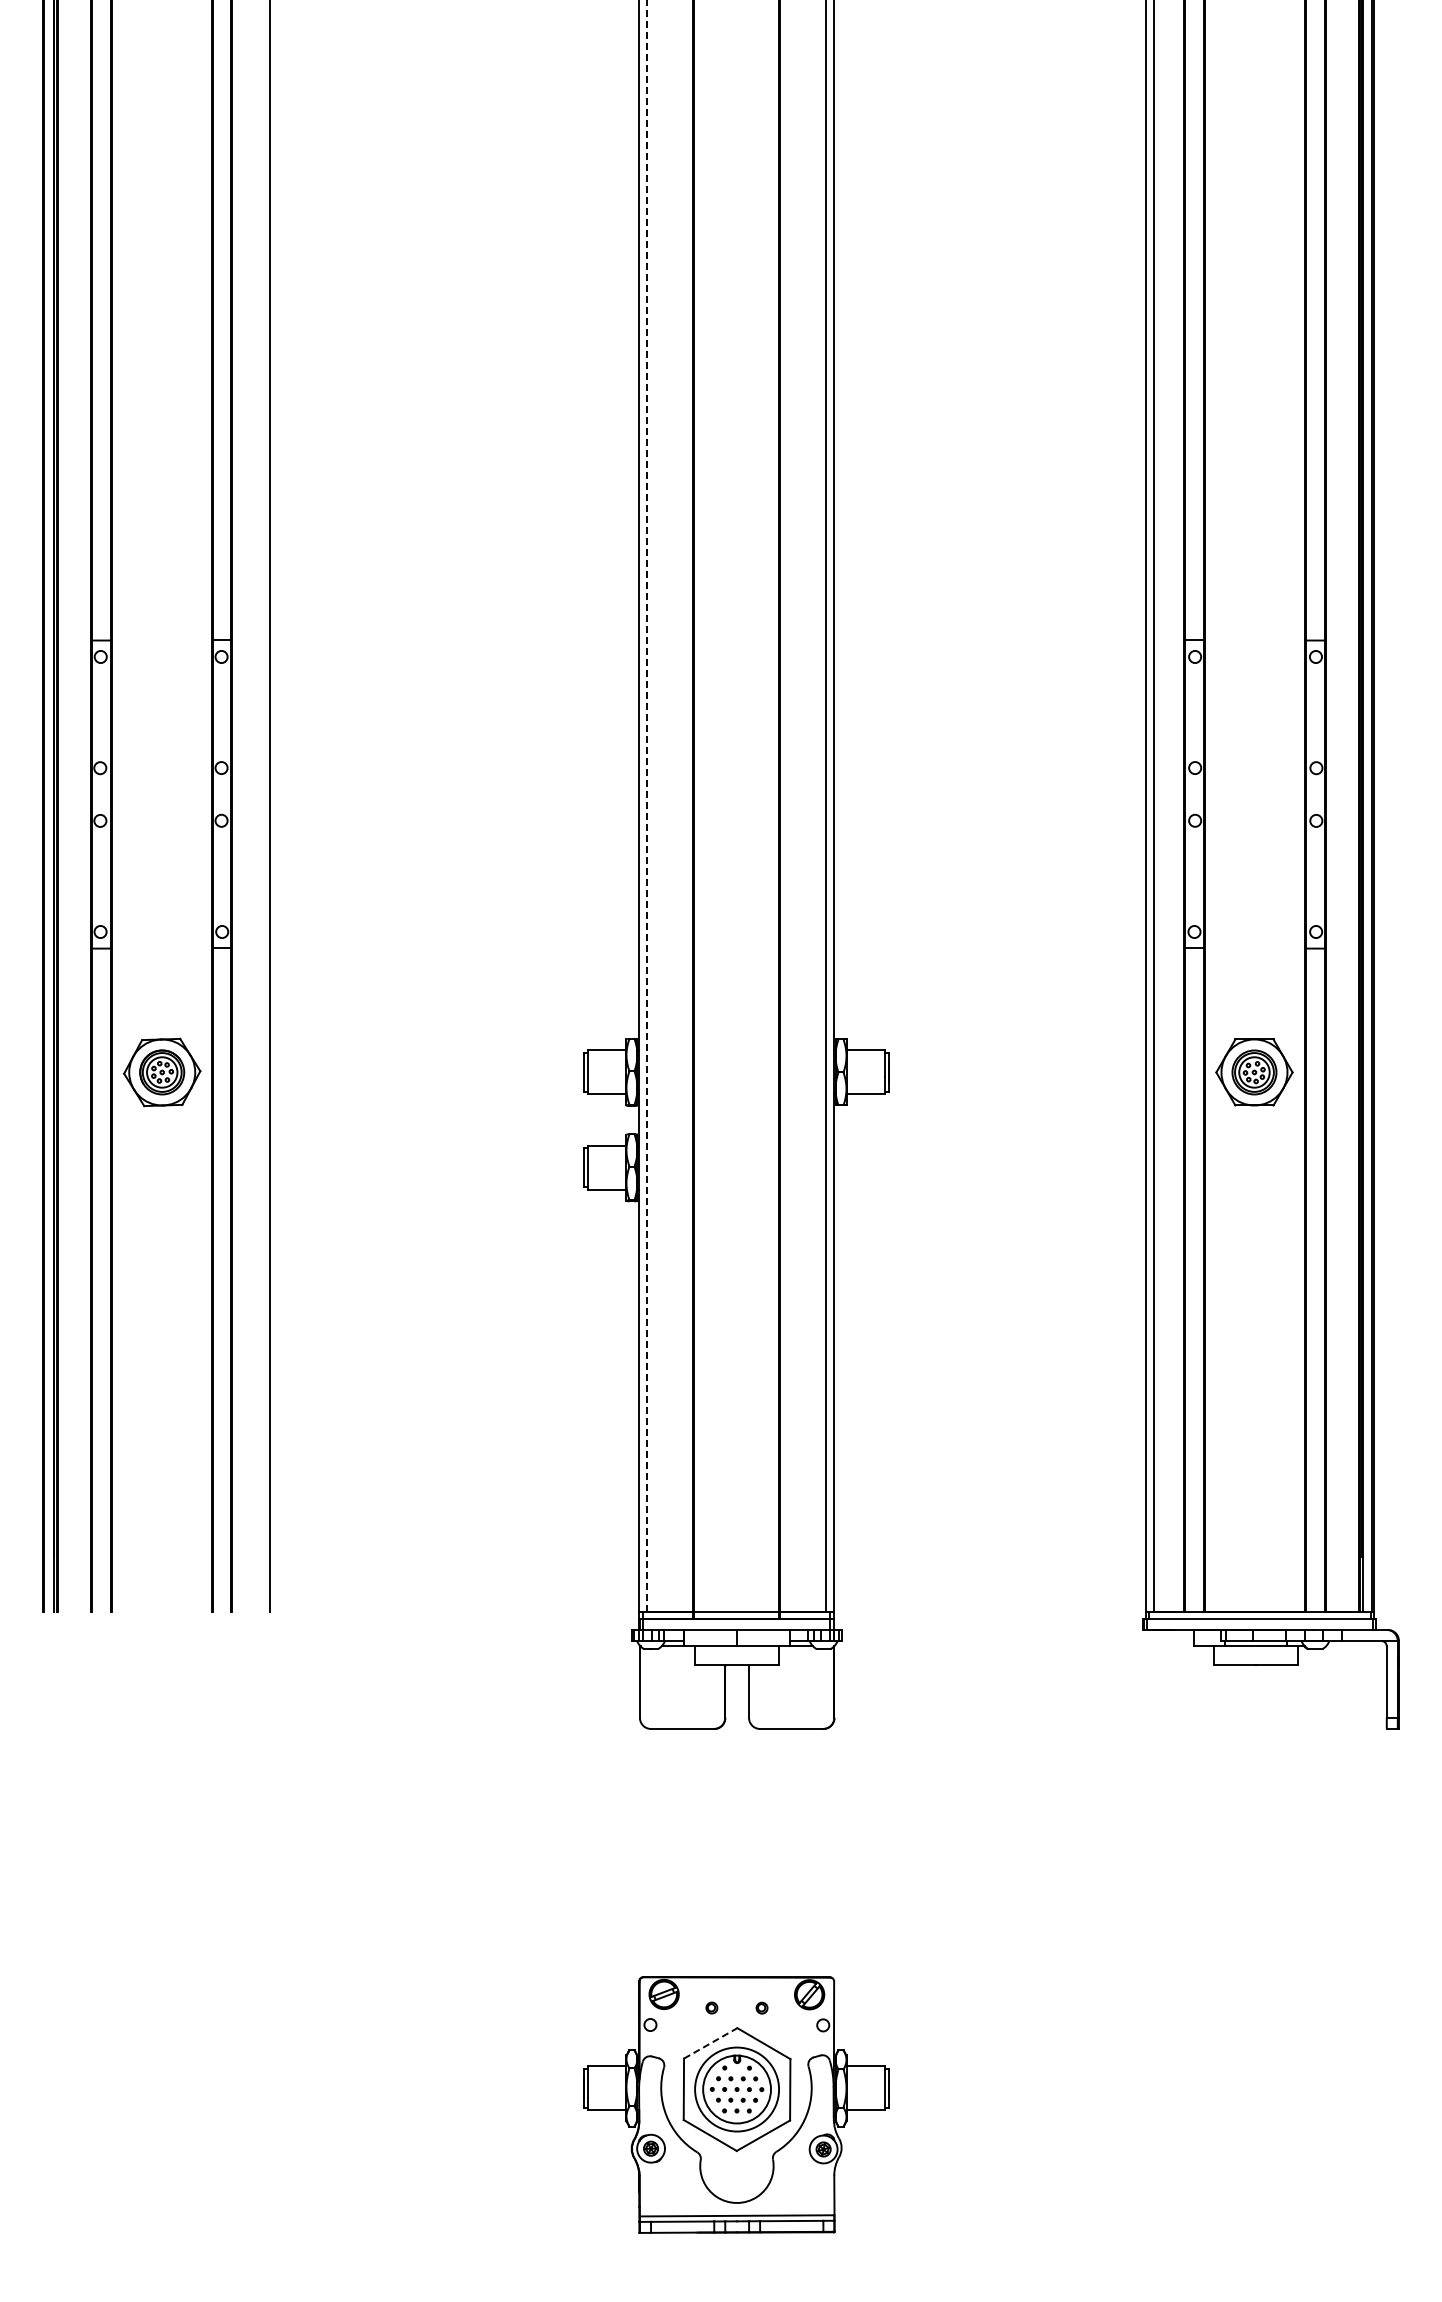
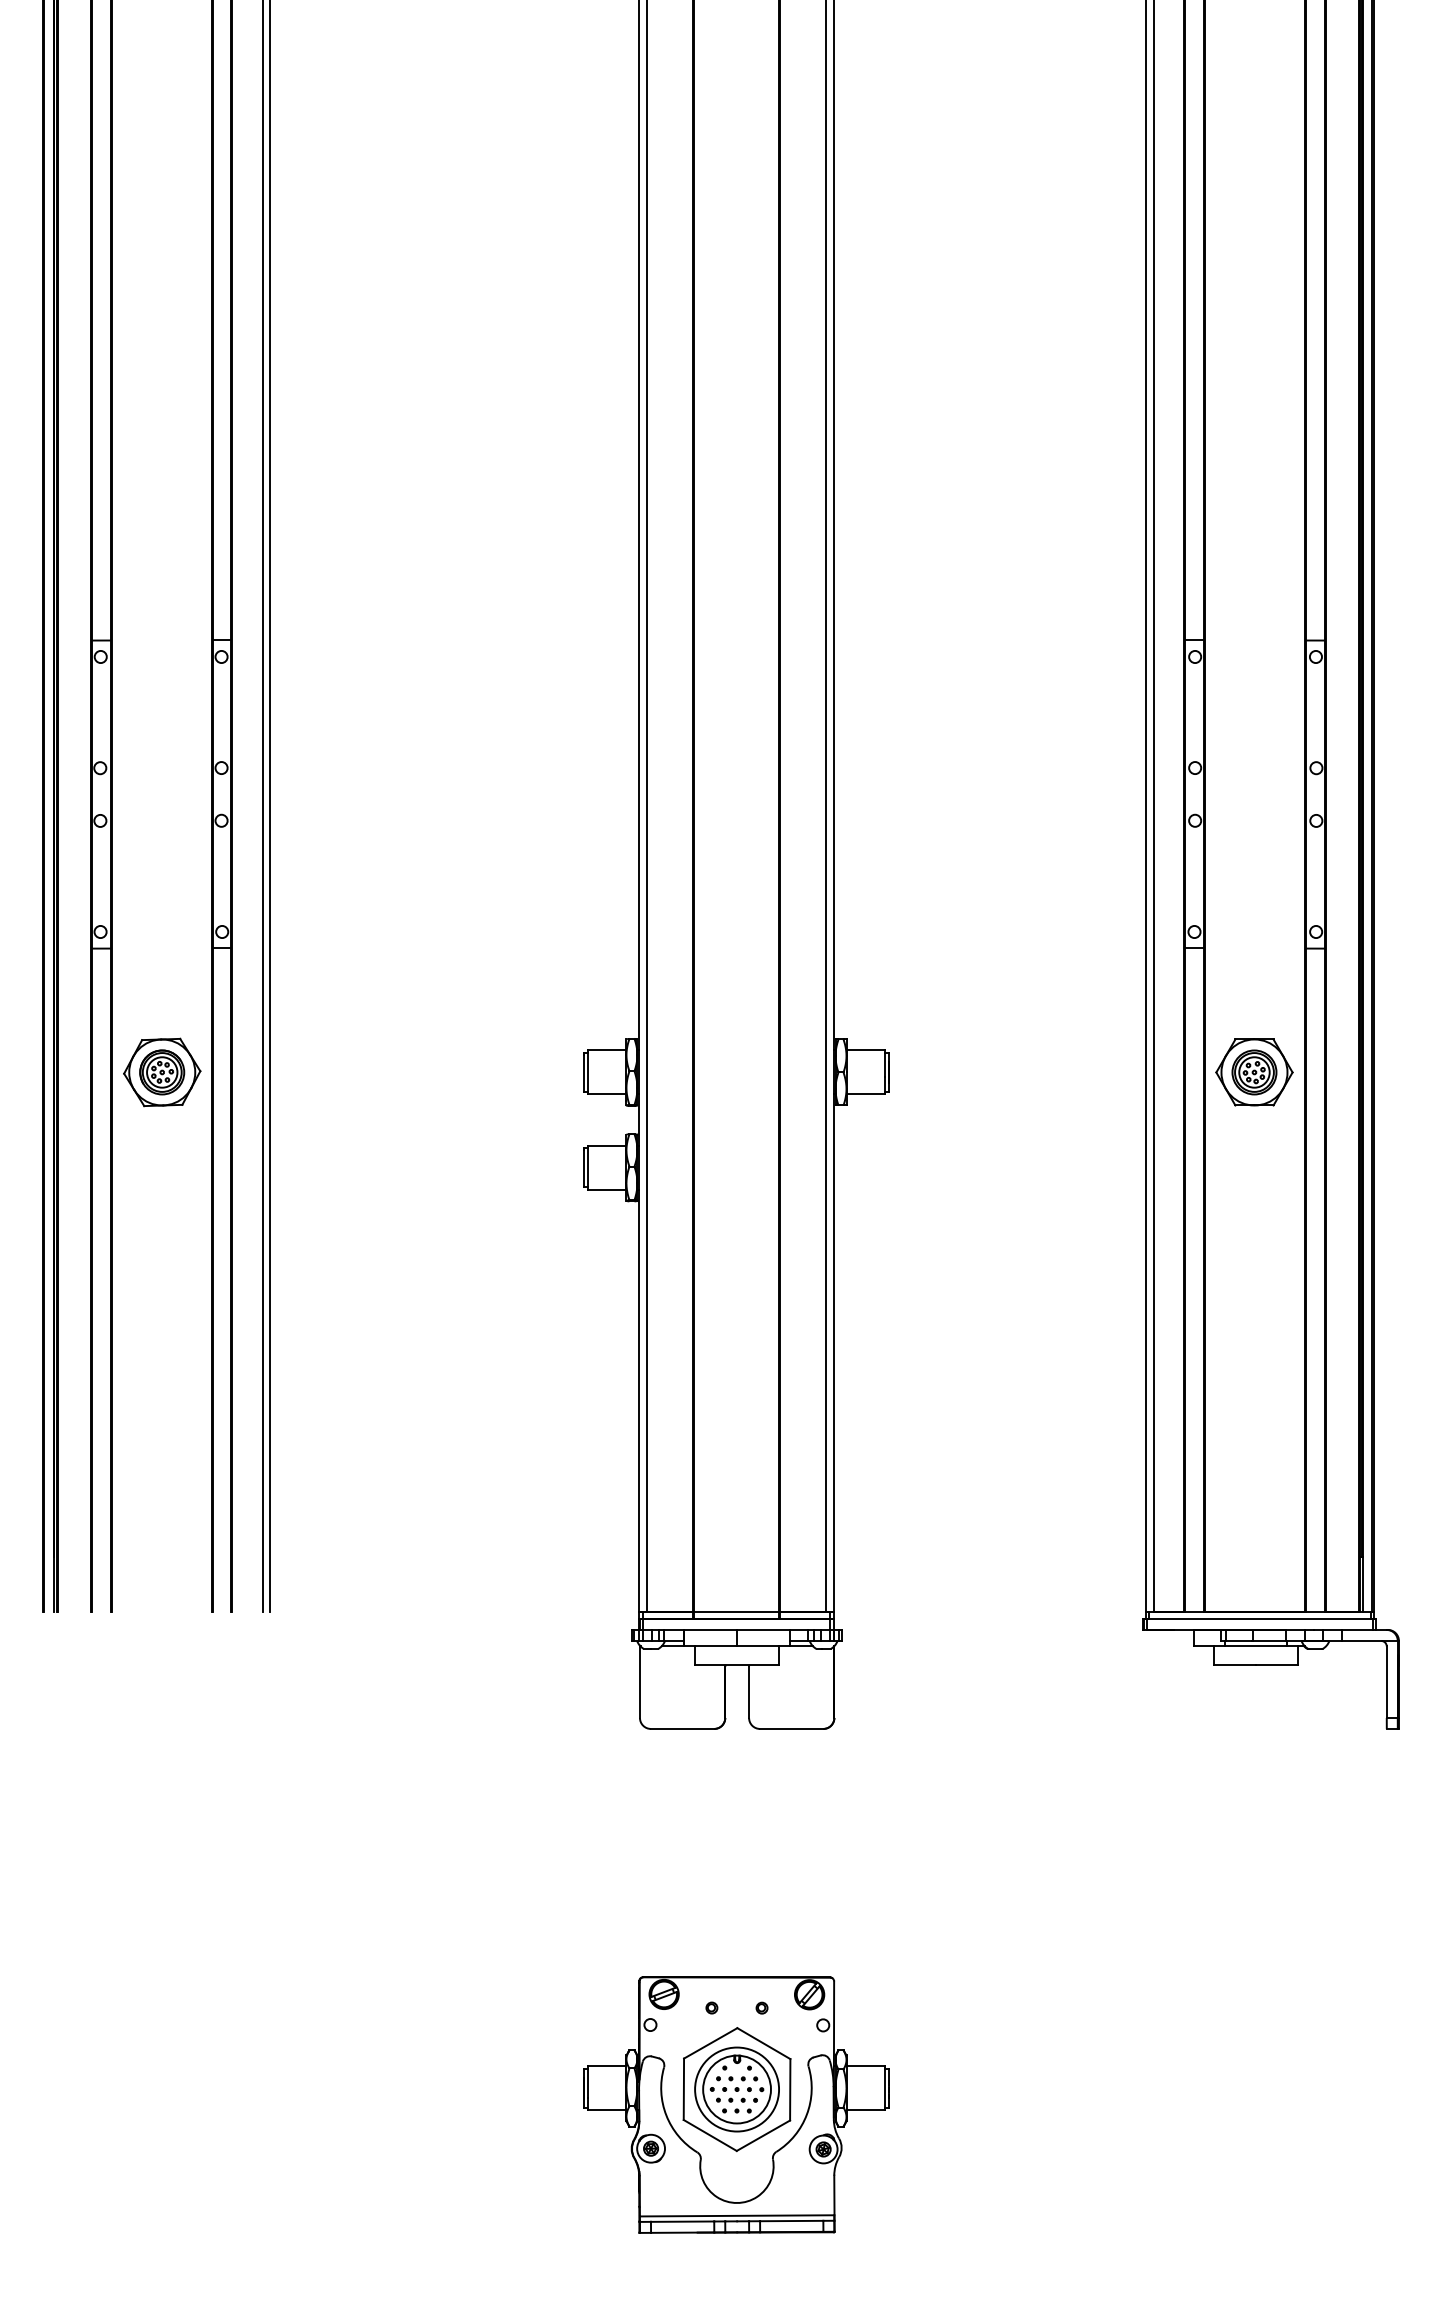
line at (646, 805): dashed -> solid
line at (263, 806): none -> present
line at (710, 2043): dashed -> solid
